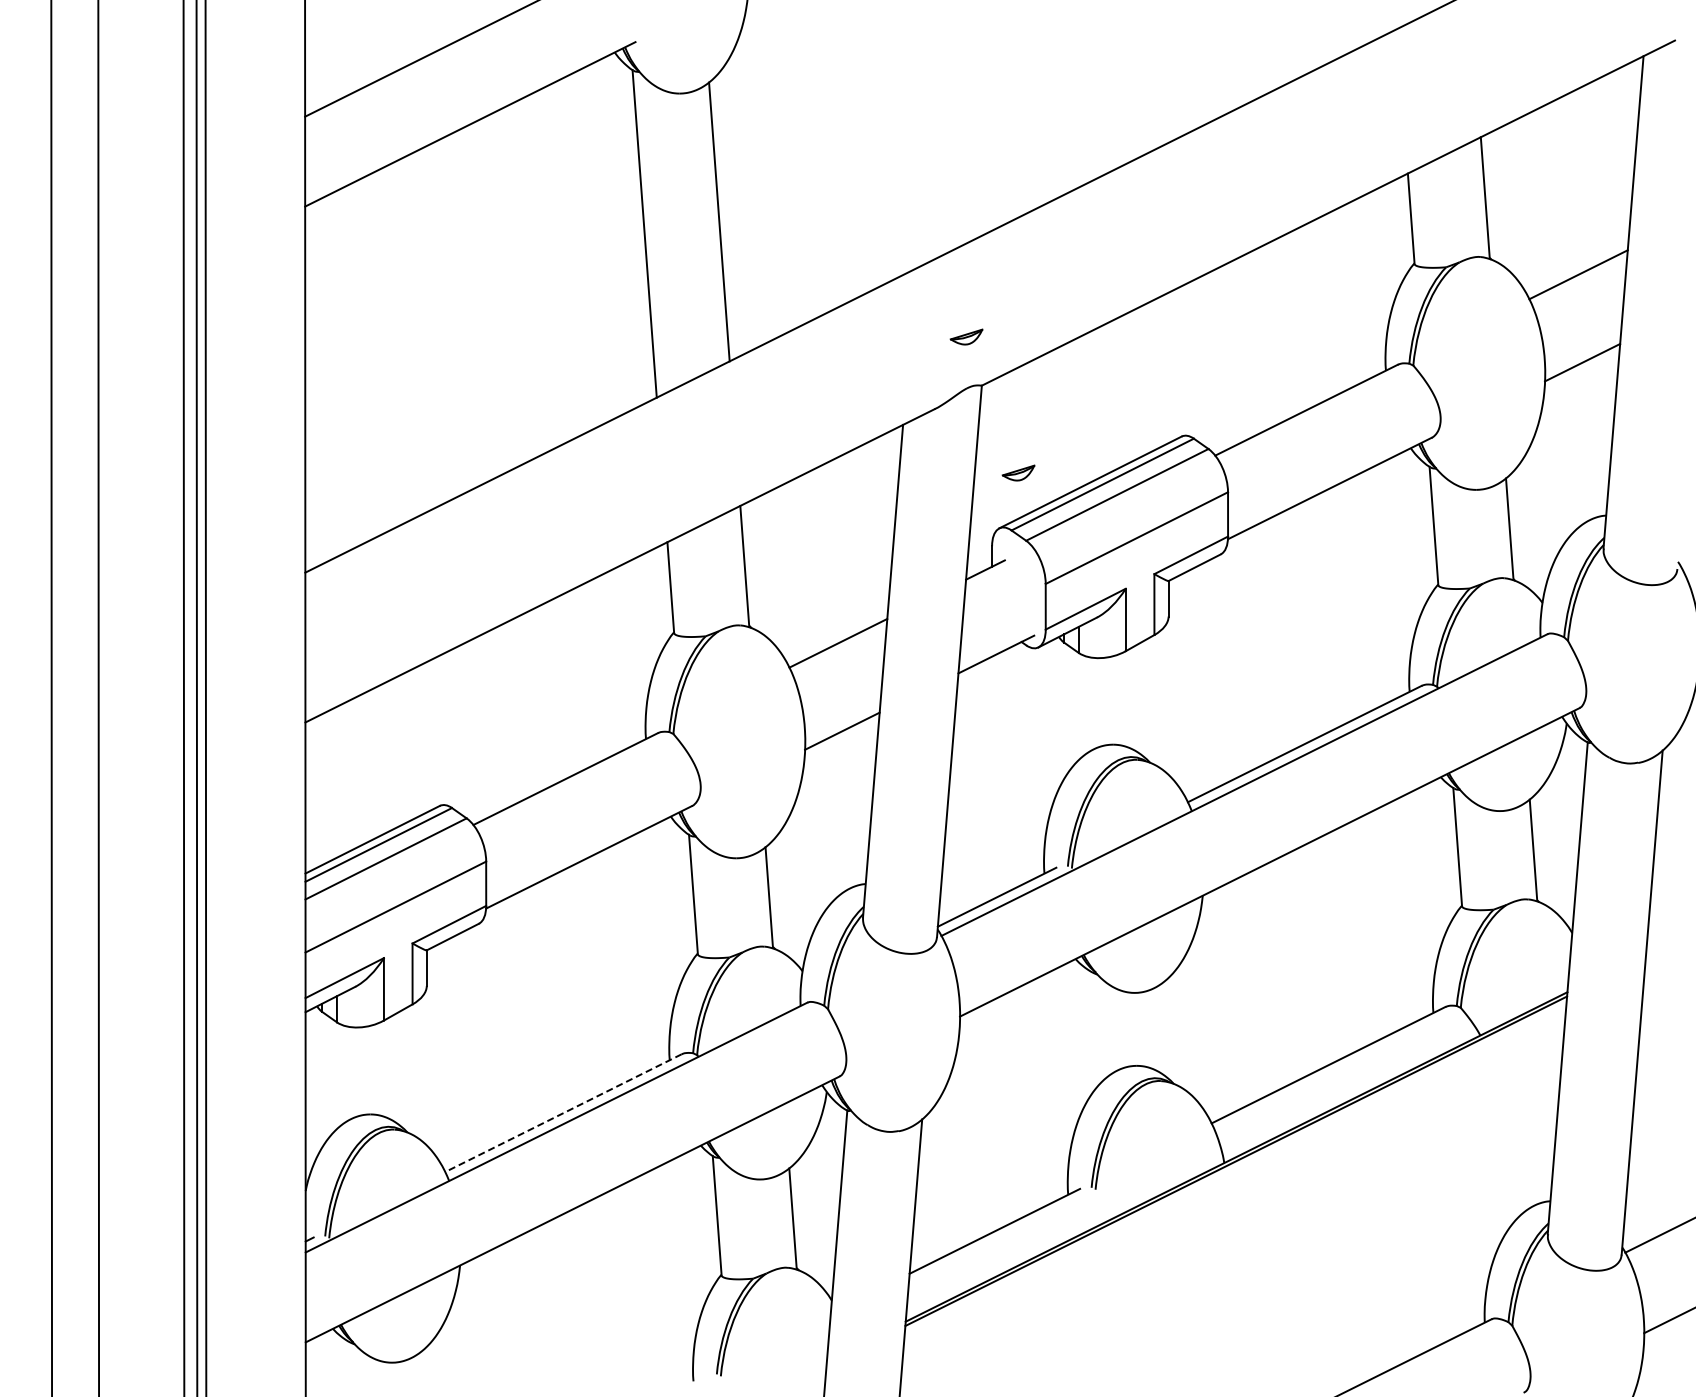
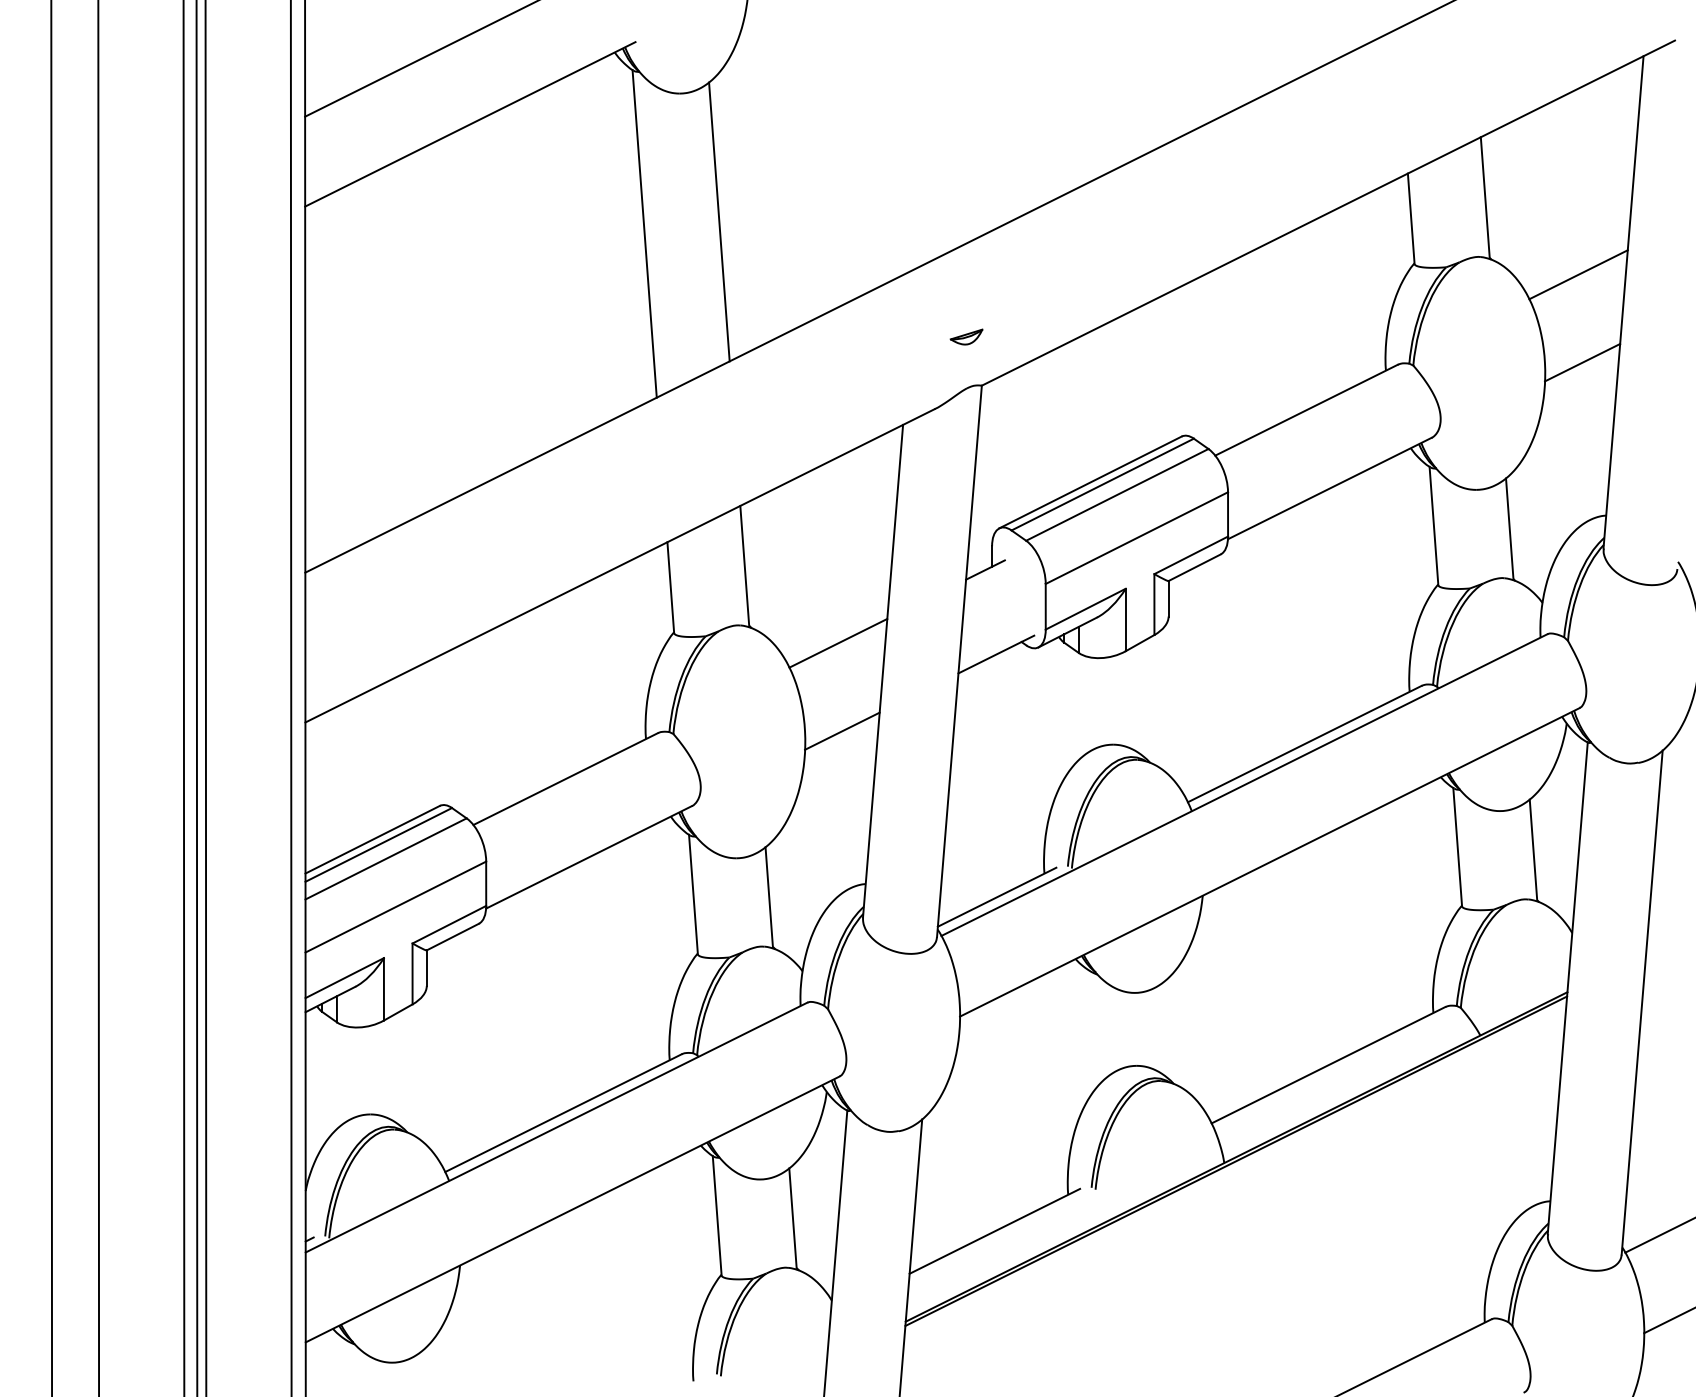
part at (1018, 472): present -> none
line at (290, 697): none -> present
line at (563, 1113): dashed -> solid
